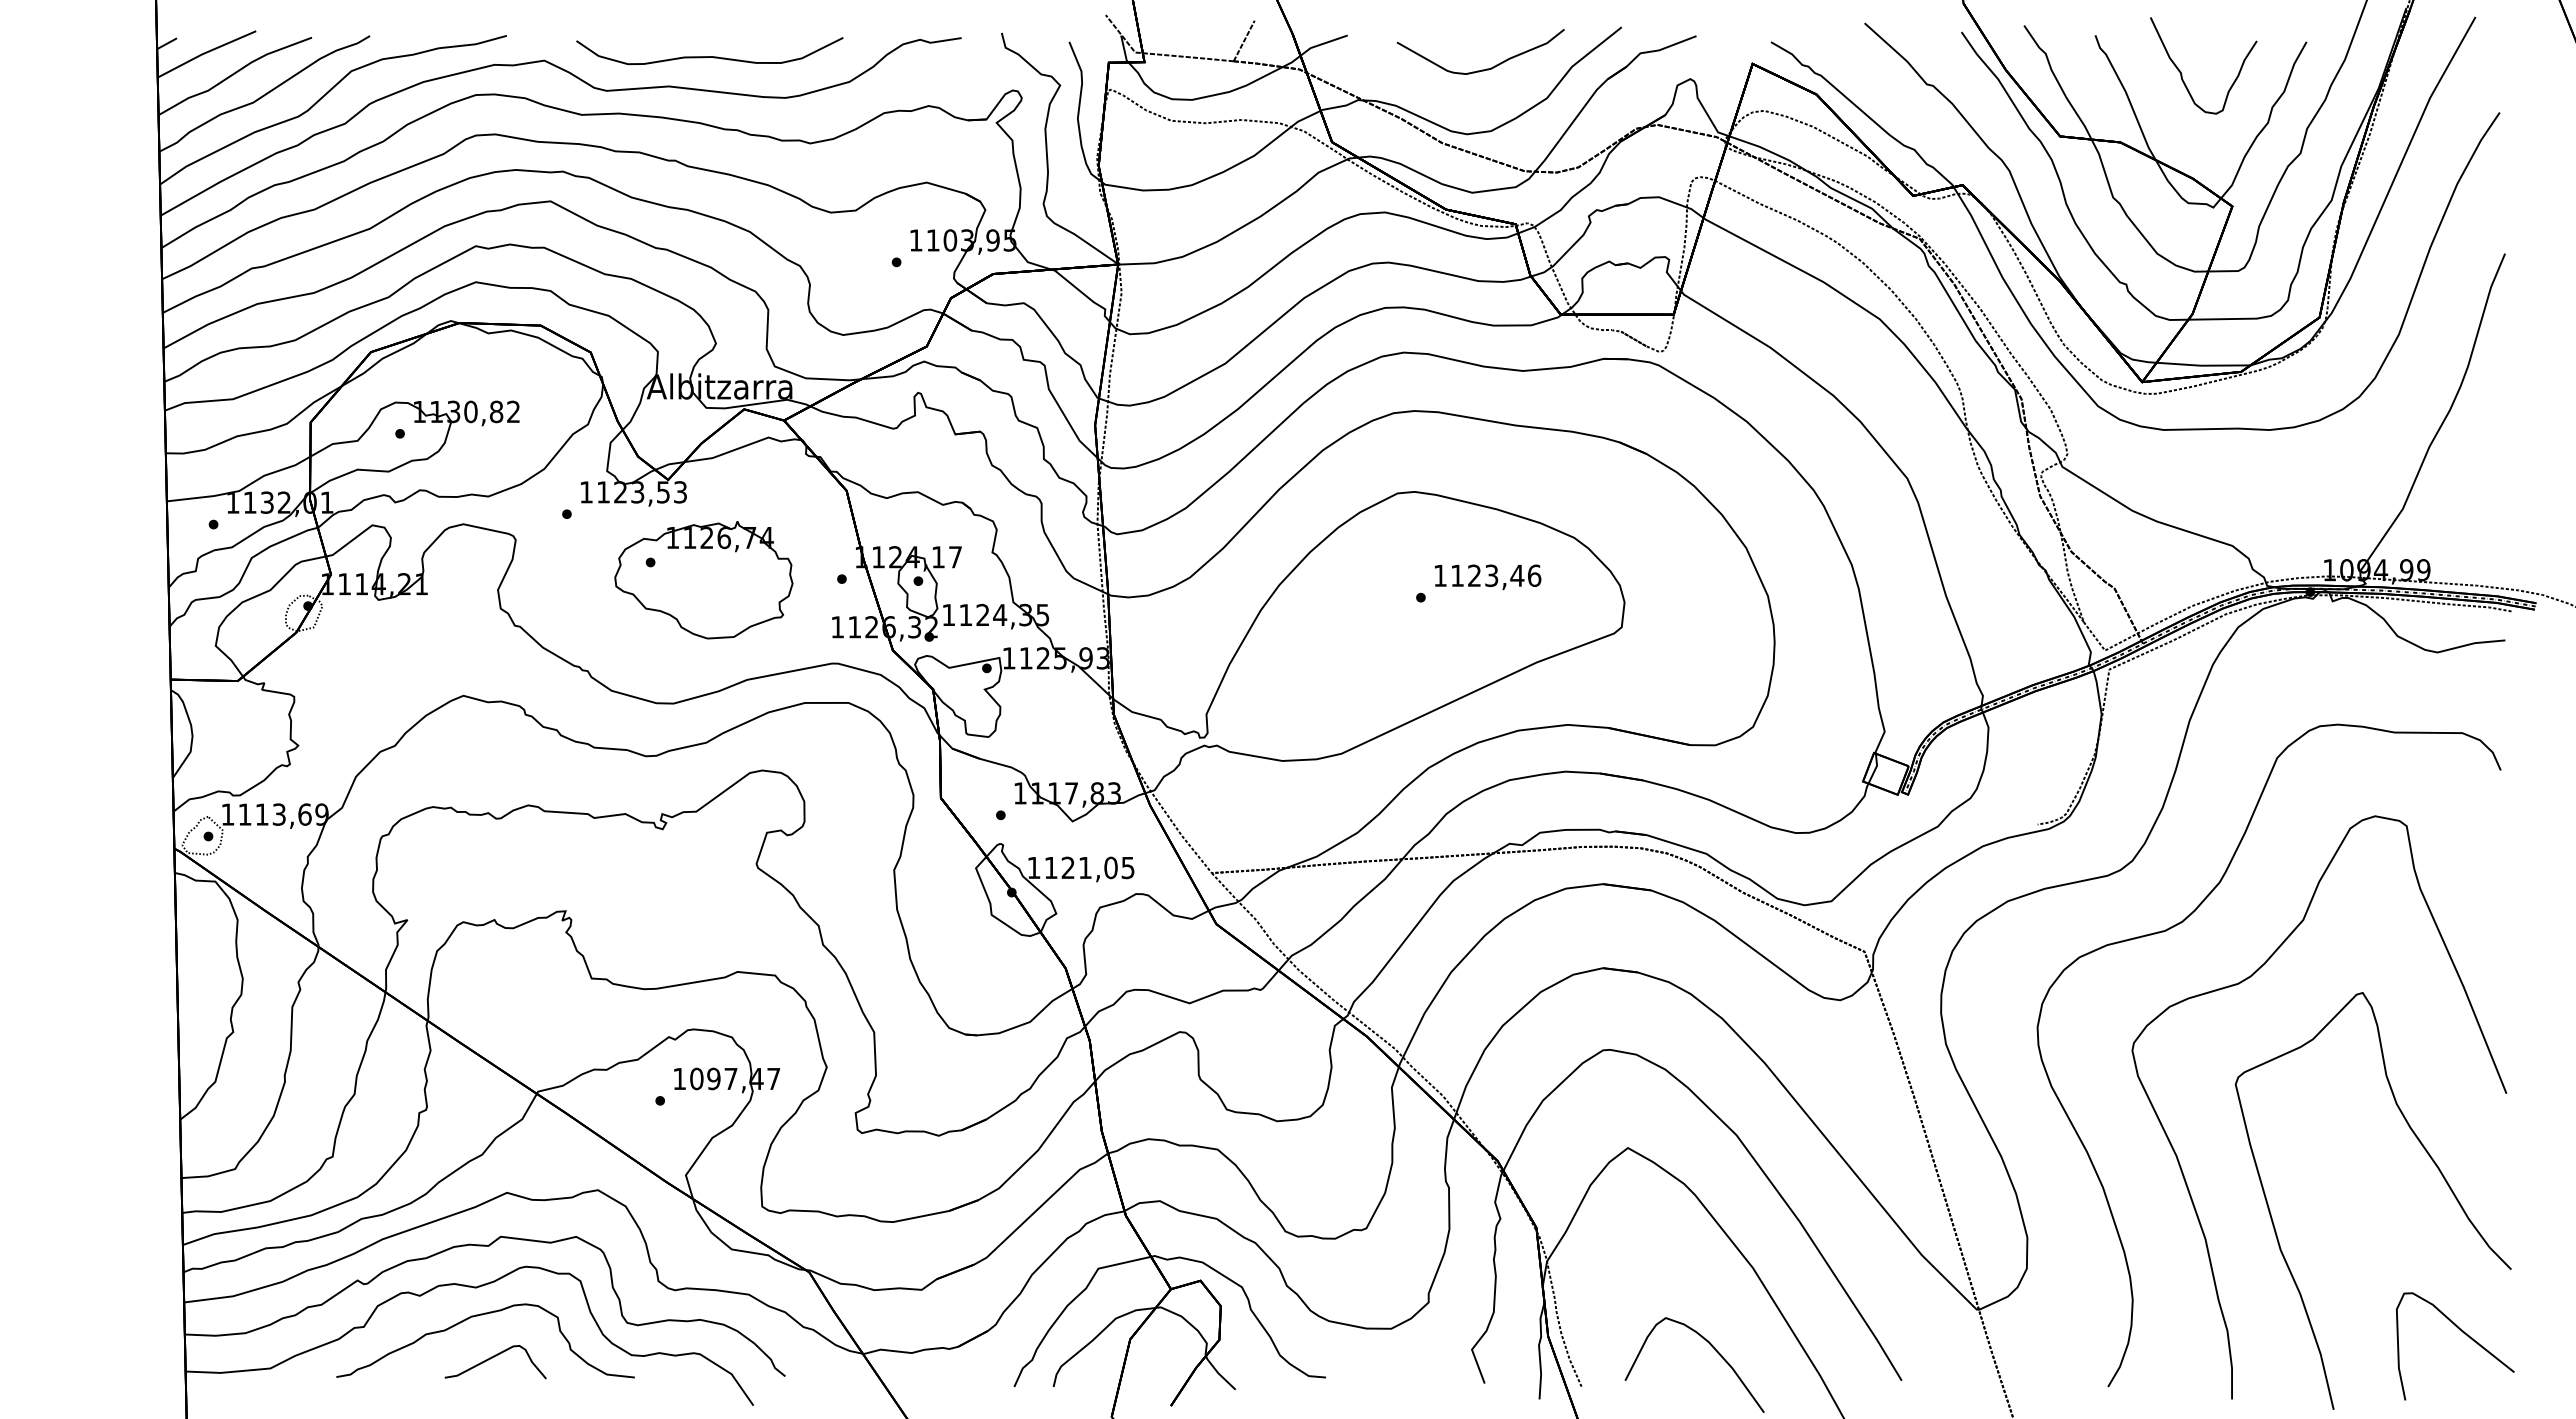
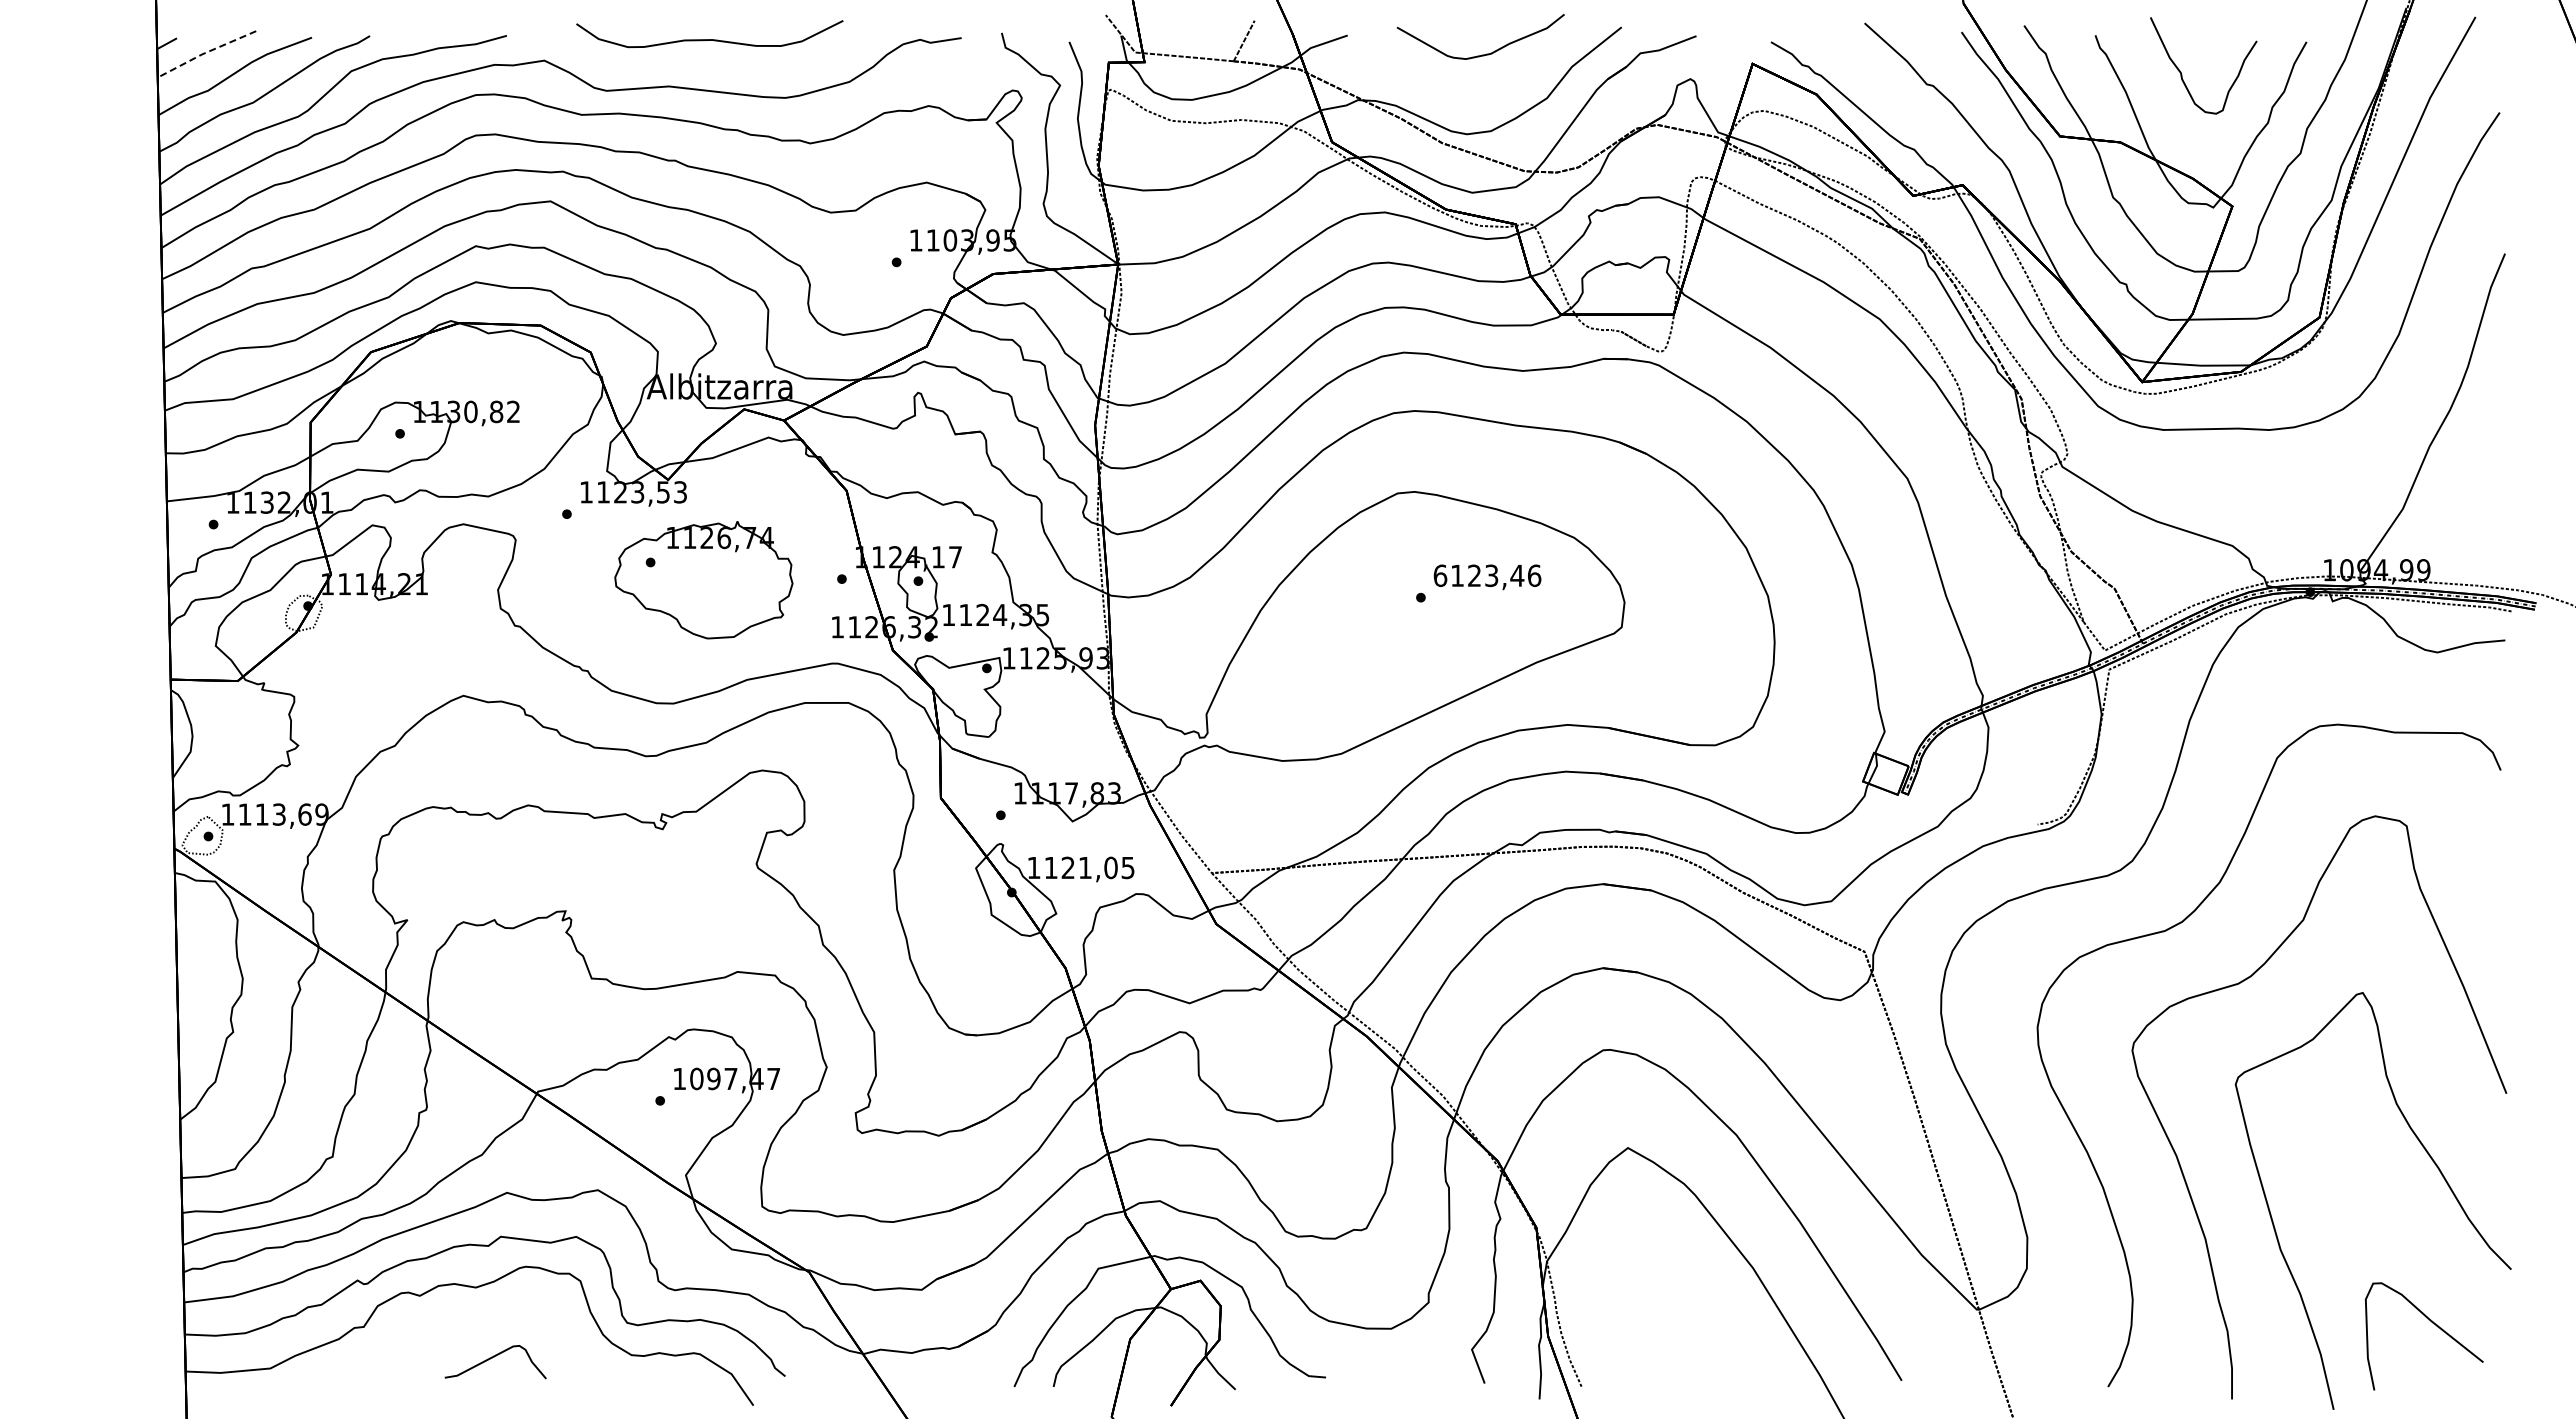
line at (204, 53): solid -> dashed
curve at (709, 56) position: (709, 56) -> (709, 39)
curve at (1486, 68) position: (1486, 68) -> (1486, 53)
text at (1440, 575): 1123,46 -> 6123,46
curve at (478, 1316): present -> none
curve at (2464, 1334) position: (2464, 1334) -> (2433, 1324)
curve at (1715, 1351): present -> none
